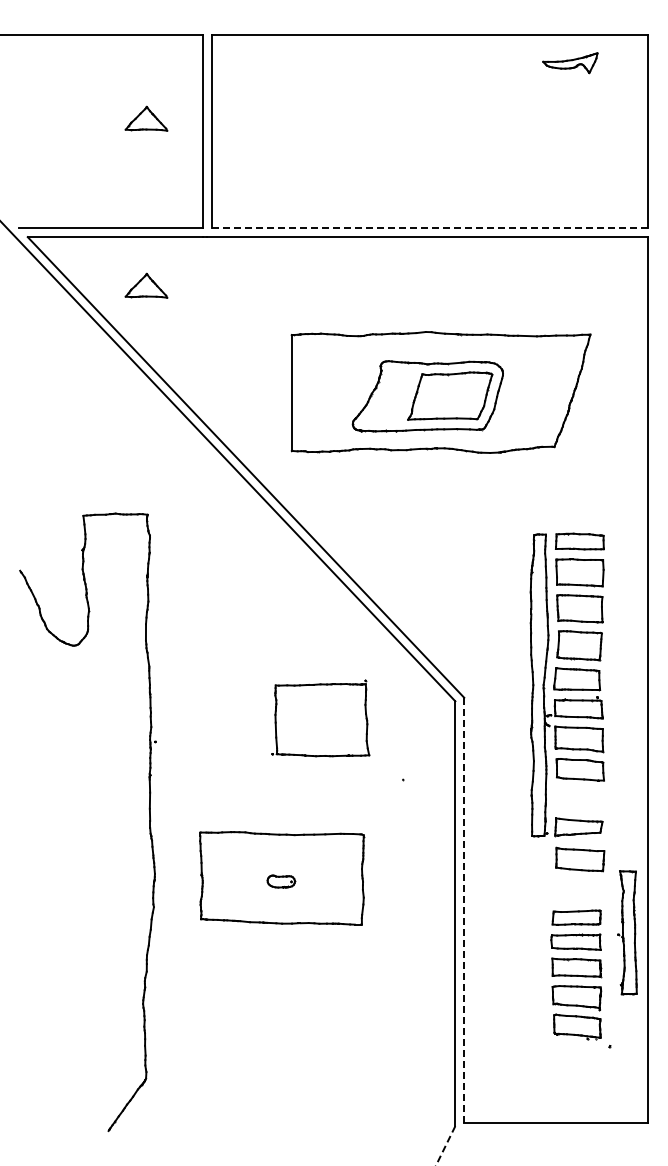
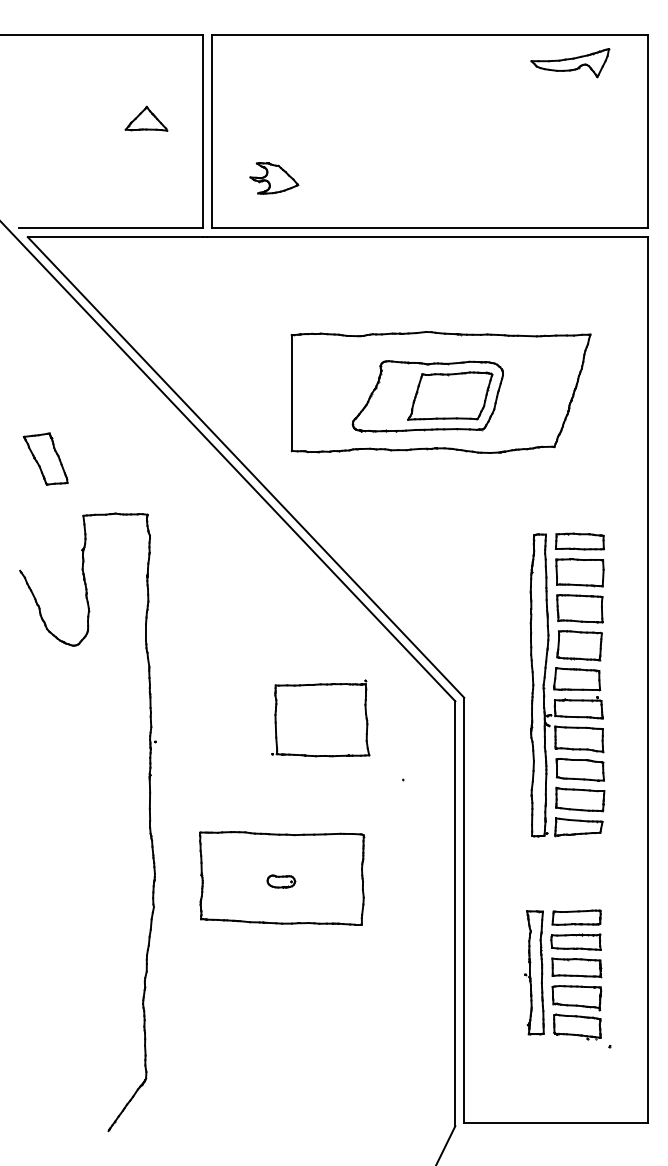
part at (570, 63) size: 57x23 px -> 81x31 px
part at (274, 178): none -> present
line at (429, 228): dashed -> solid
part at (146, 285): present -> none
part at (45, 458): none -> present
part at (580, 859) position: (580, 859) -> (580, 799)
line at (464, 909): dashed -> solid
part at (627, 932) position: (627, 932) -> (534, 972)
line at (445, 1145): dashed -> solid
